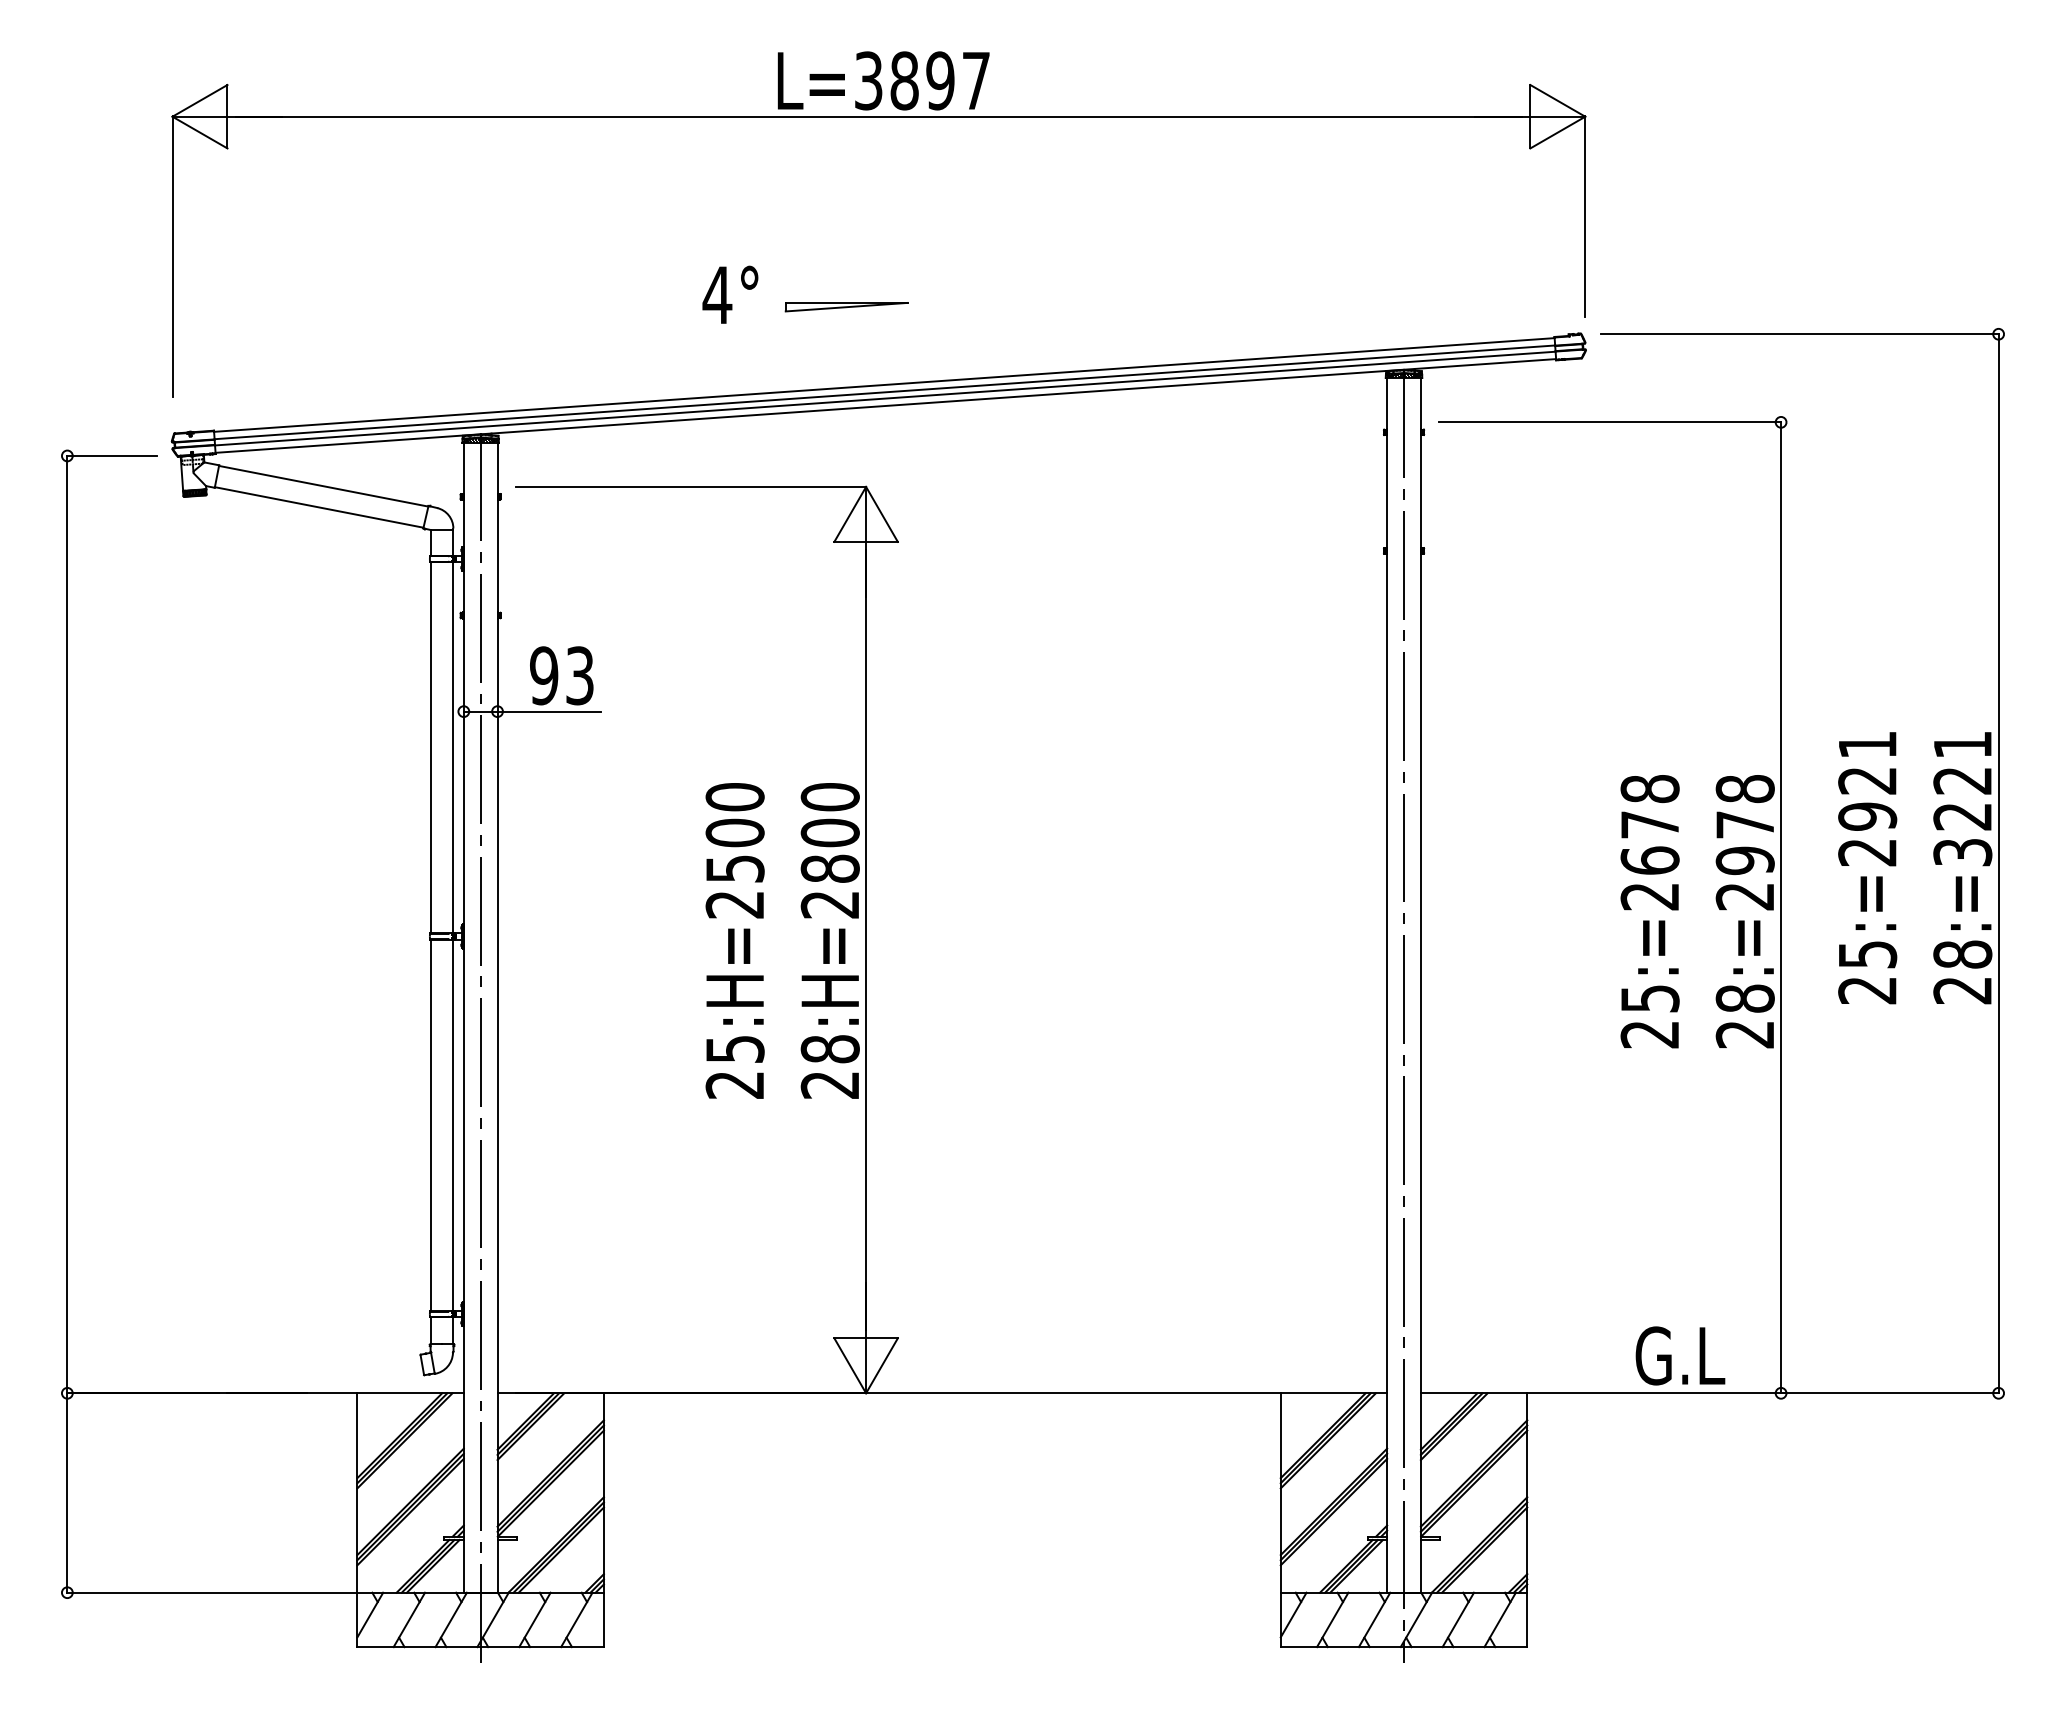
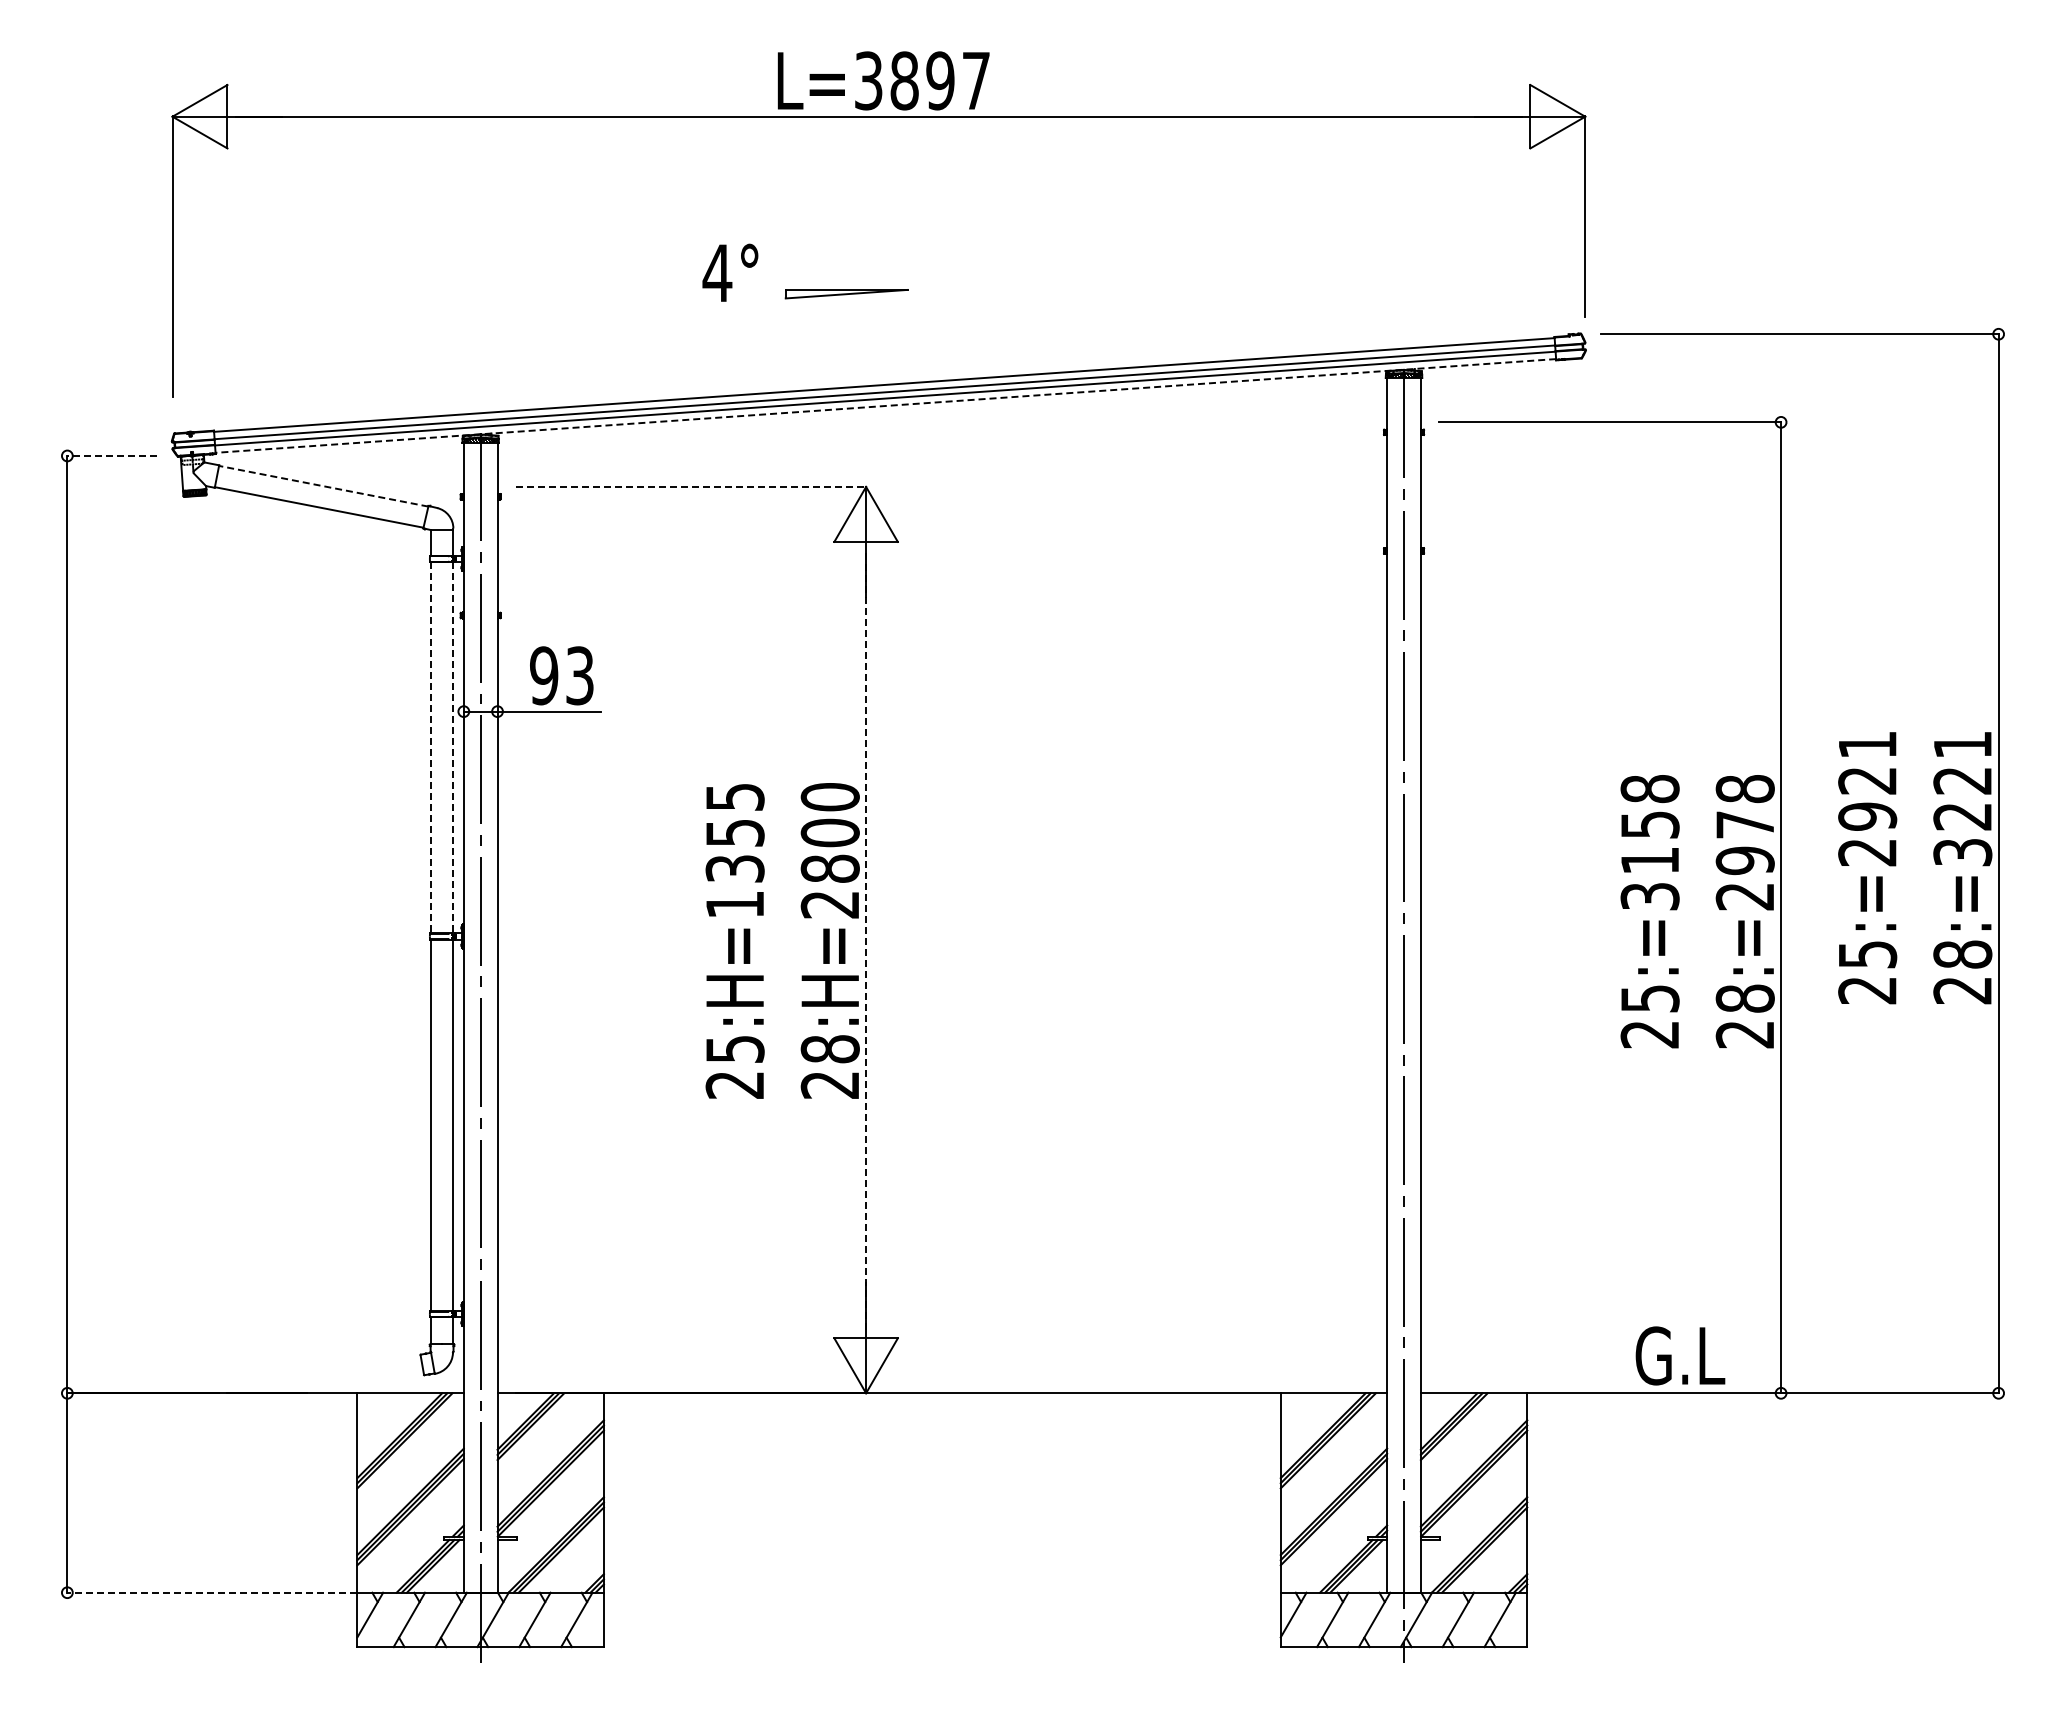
text at (730, 294) position: (730, 294) -> (730, 272)
part at (846, 307) position: (846, 307) -> (846, 294)
line at (885, 405): solid -> dashed
line at (111, 455): solid -> dashed
line at (323, 486): solid -> dashed
line at (691, 486): solid -> dashed
line at (431, 747): solid -> dashed
line at (452, 747): solid -> dashed
text at (734, 850): 25:H=2500 -> 25:H=1355
text at (1649, 860): 25:=2678 -> 25:=3158
line at (866, 940): solid -> dashed
line at (211, 1592): solid -> dashed
